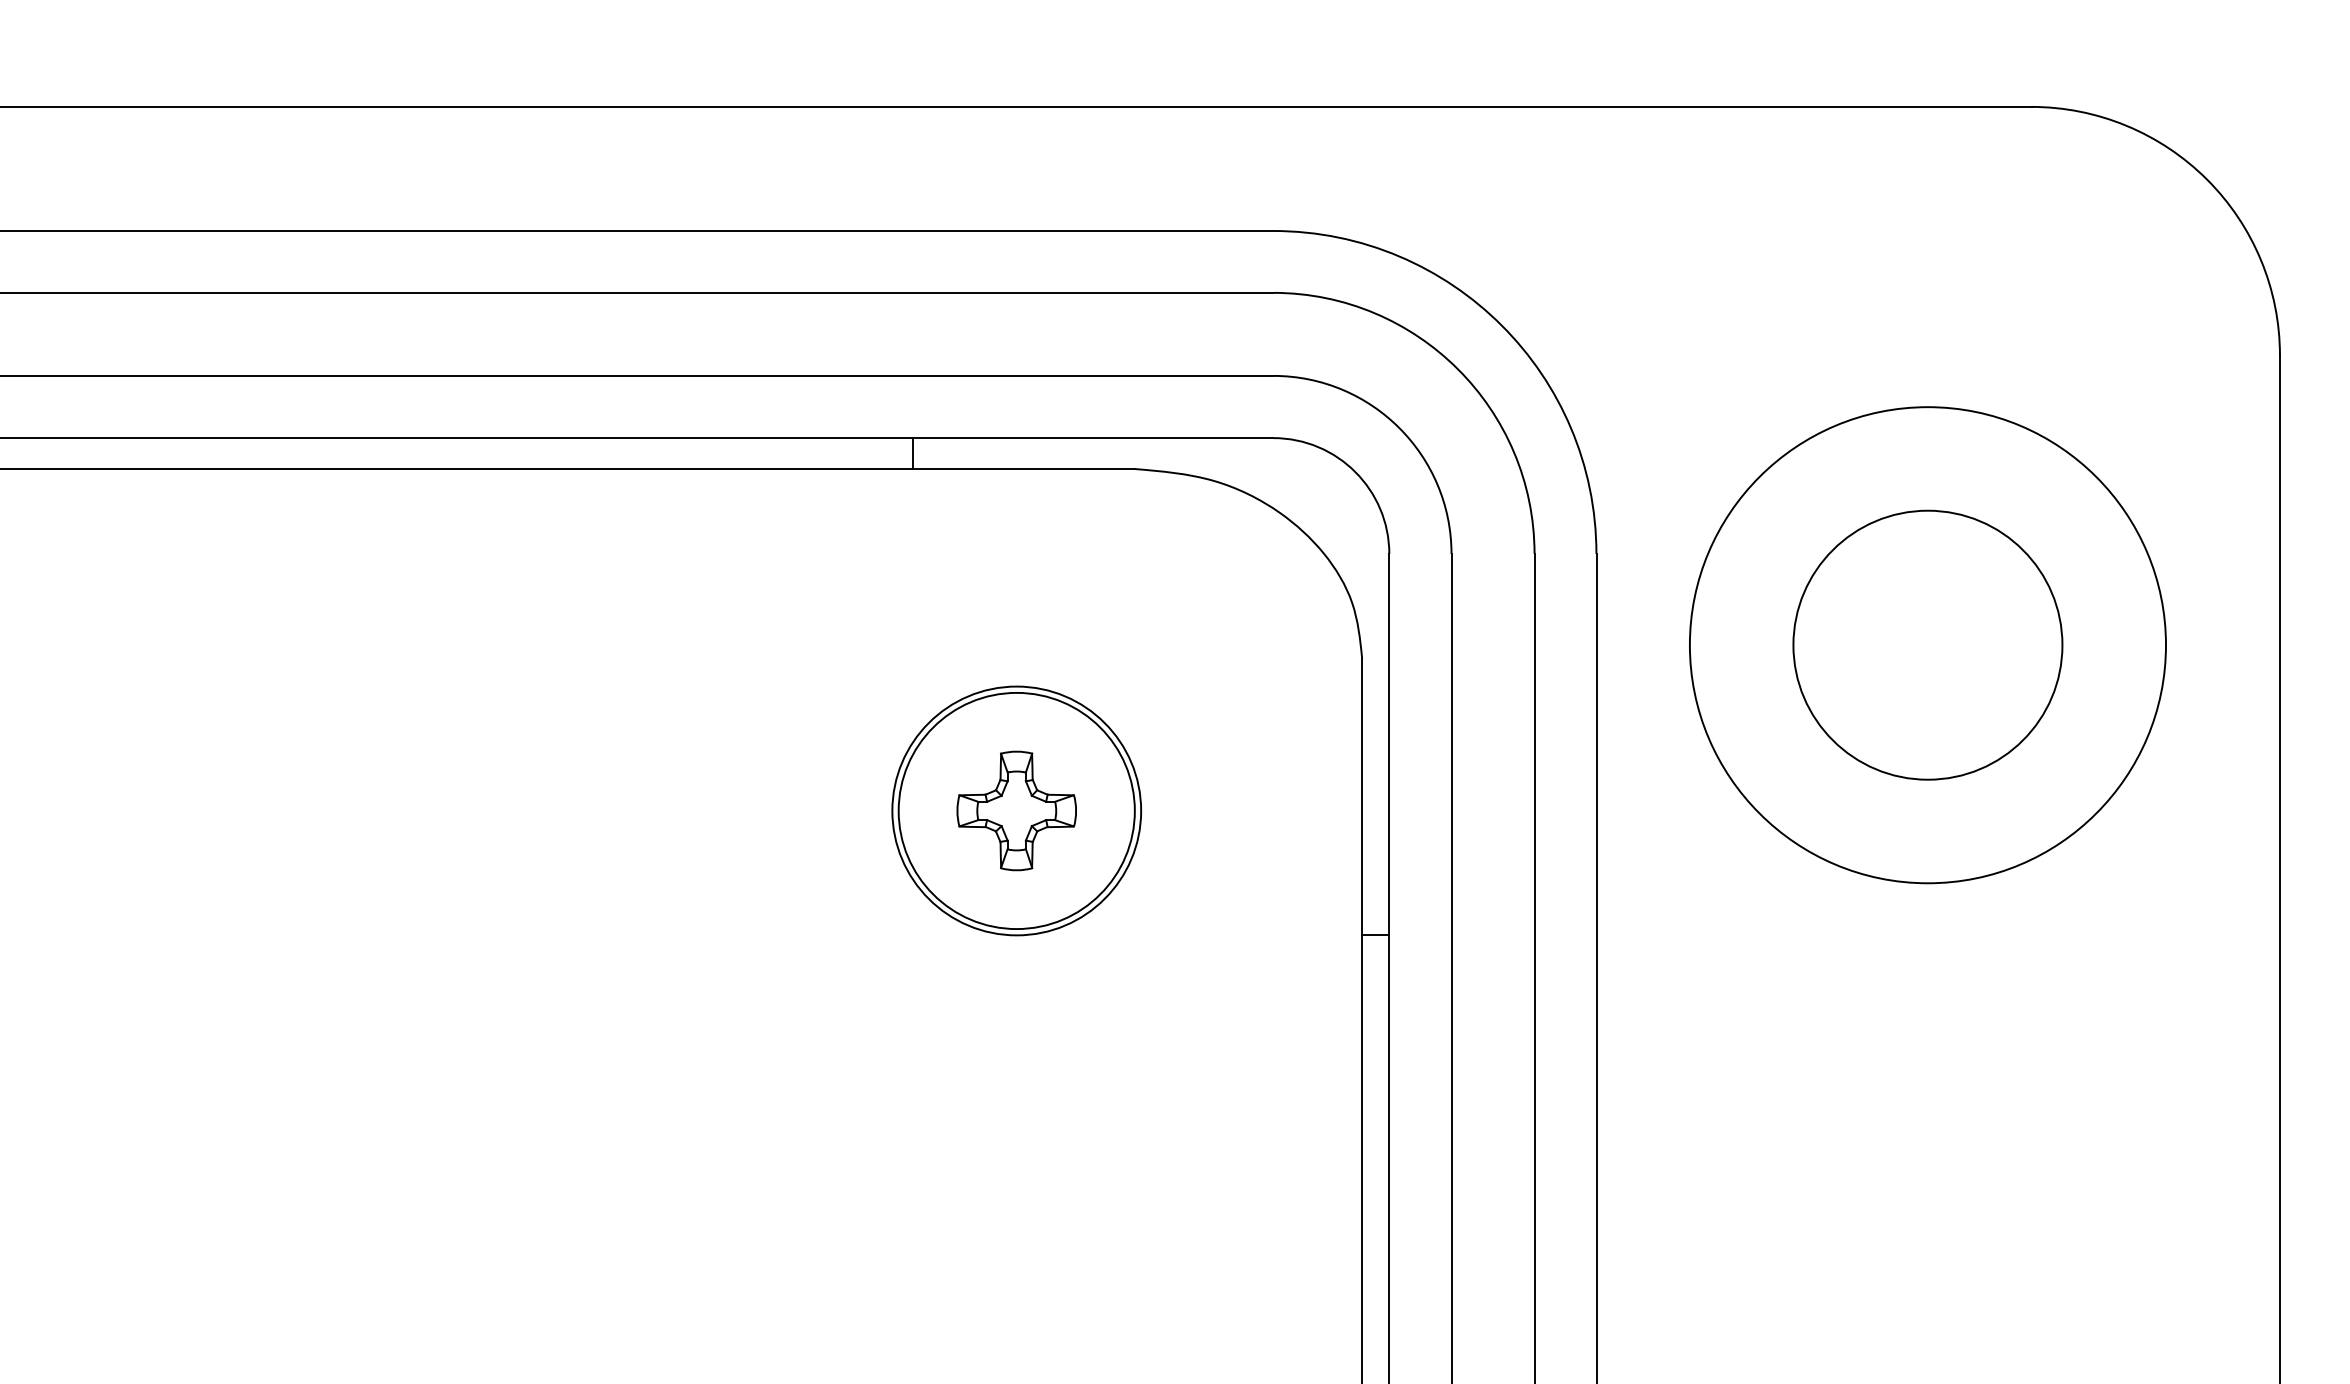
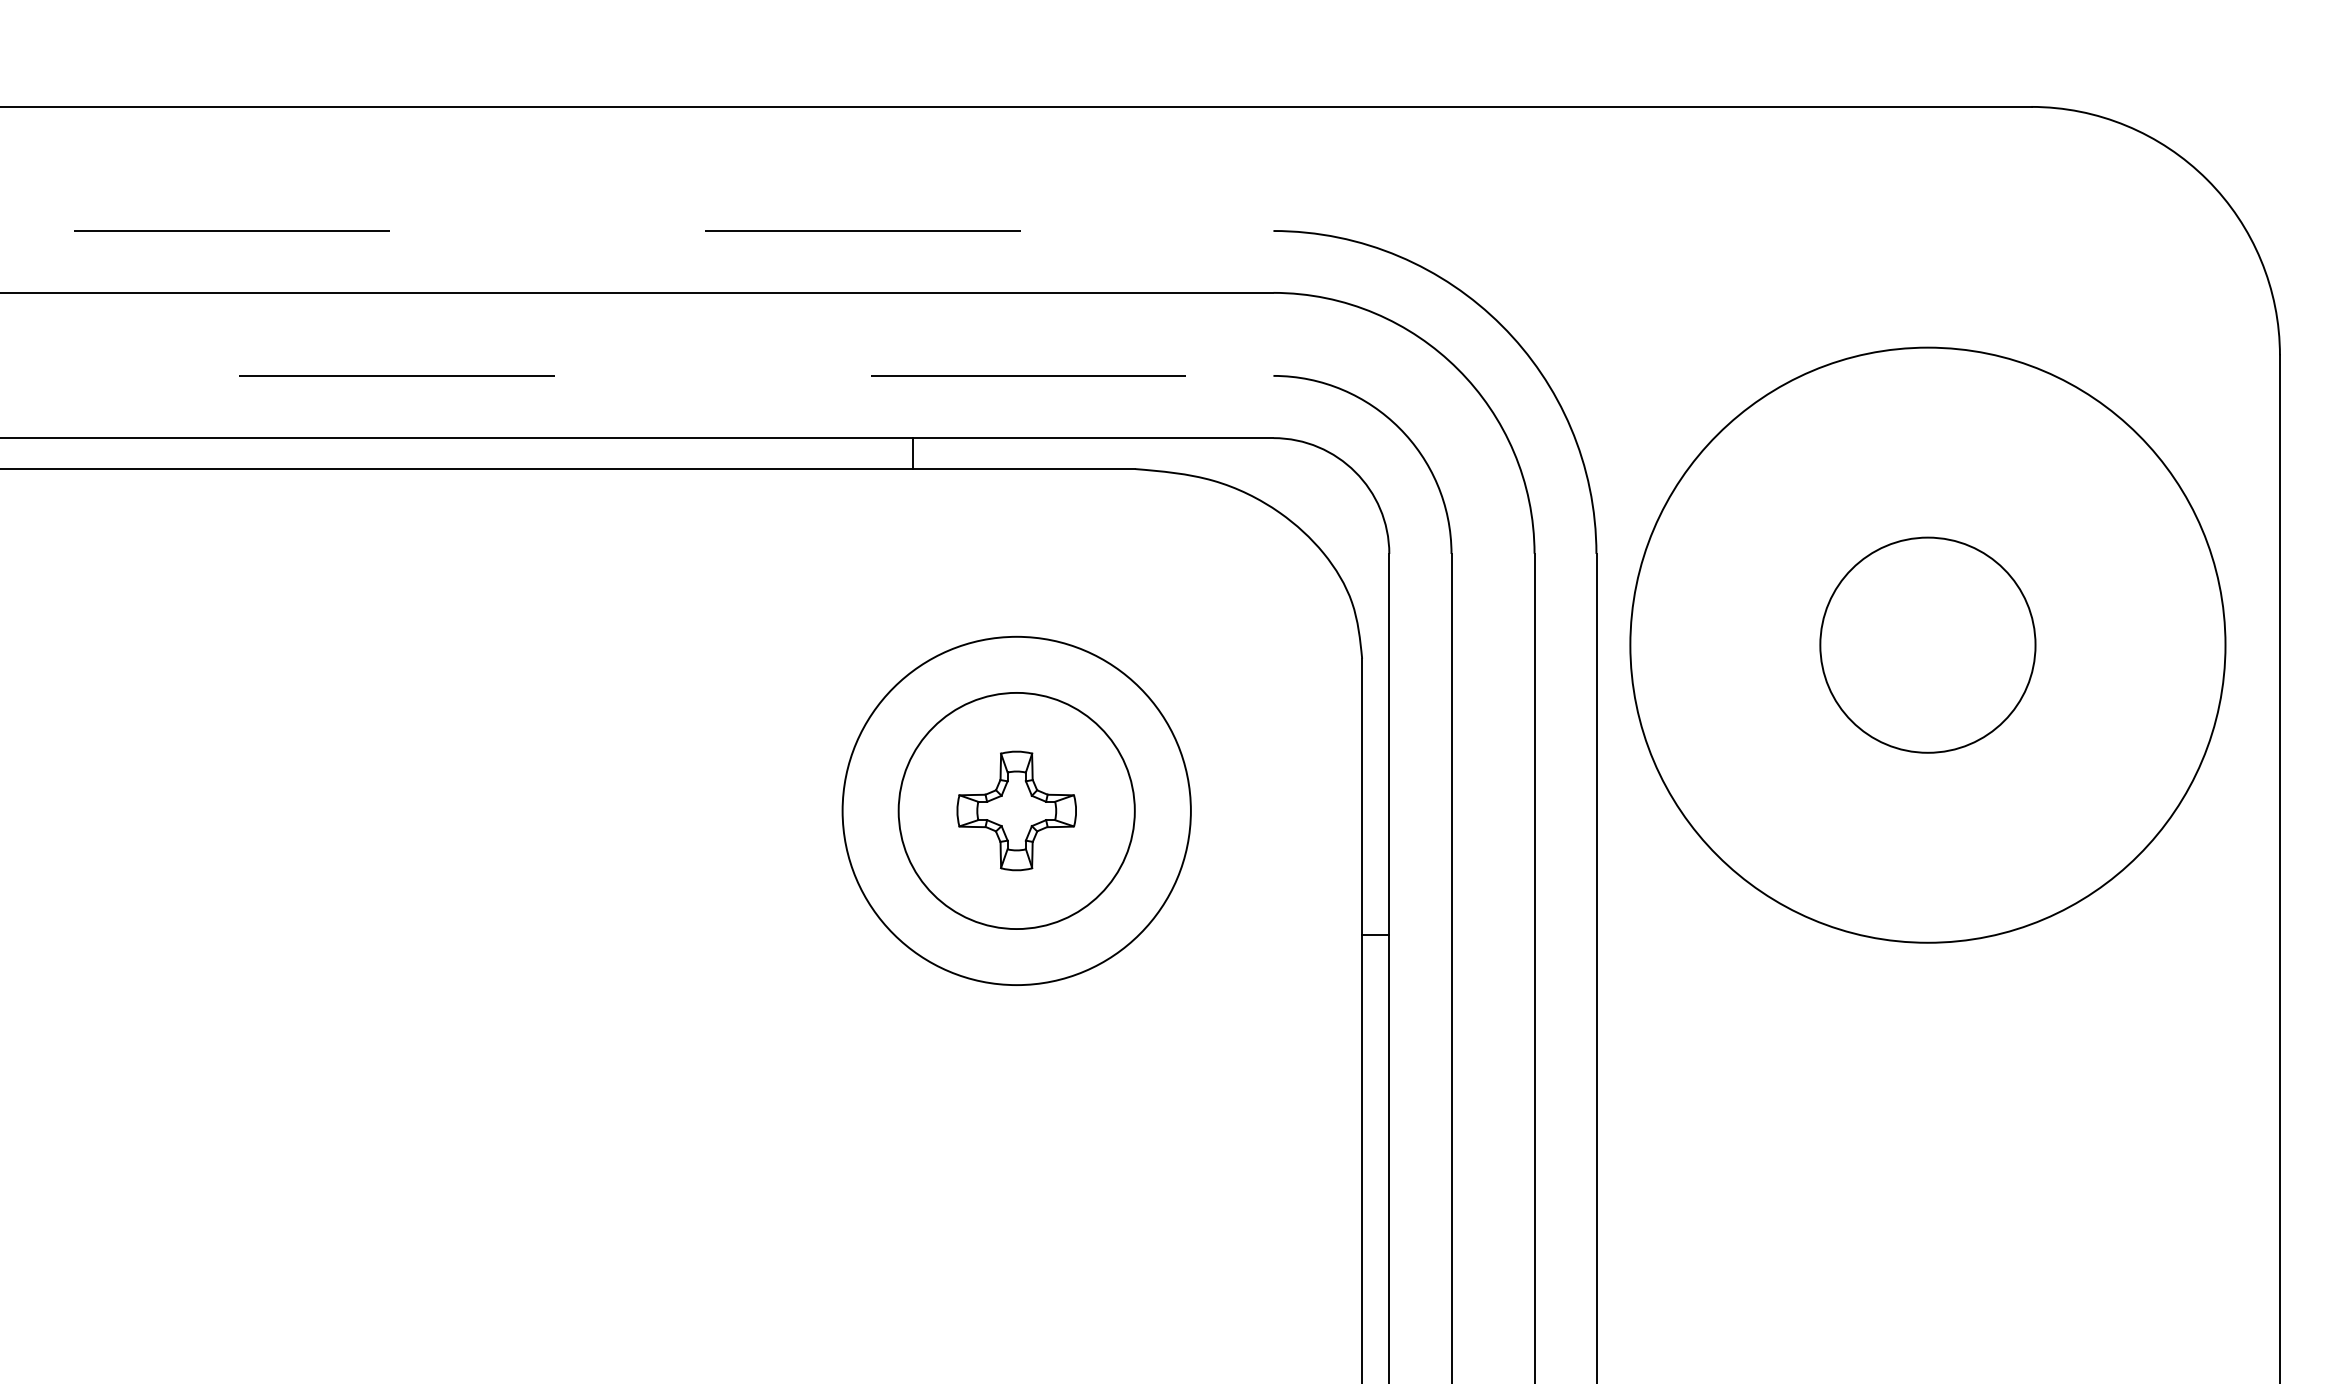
line at (637, 231): solid -> dashed
line at (637, 375): solid -> dashed
circle at (1927, 644) diameter: 269 px -> 215 px
circle at (1927, 645) diameter: 476 px -> 595 px
circle at (1016, 810) diameter: 249 px -> 348 px
